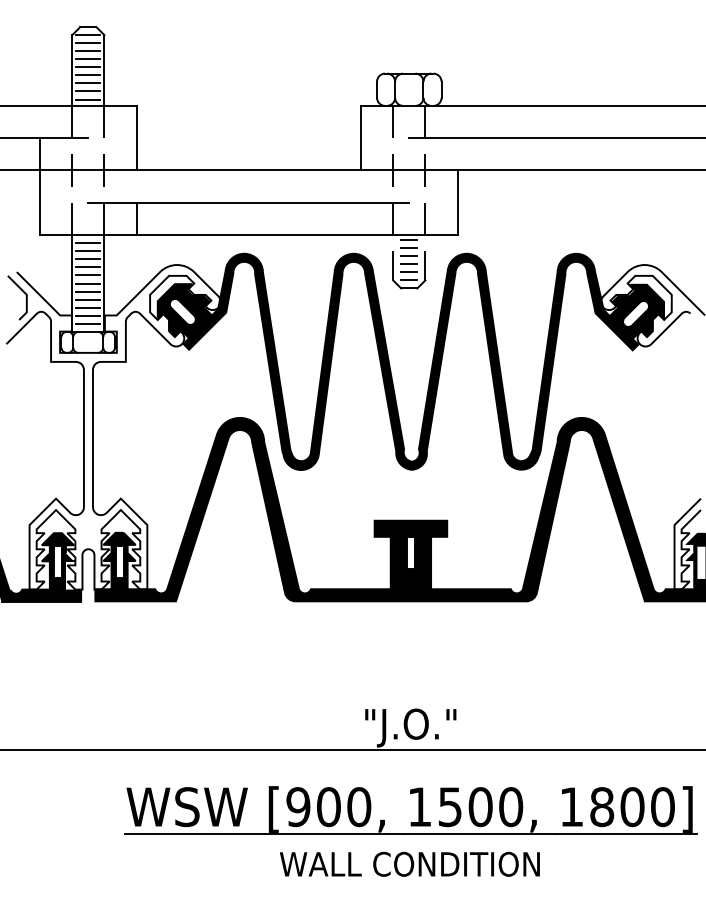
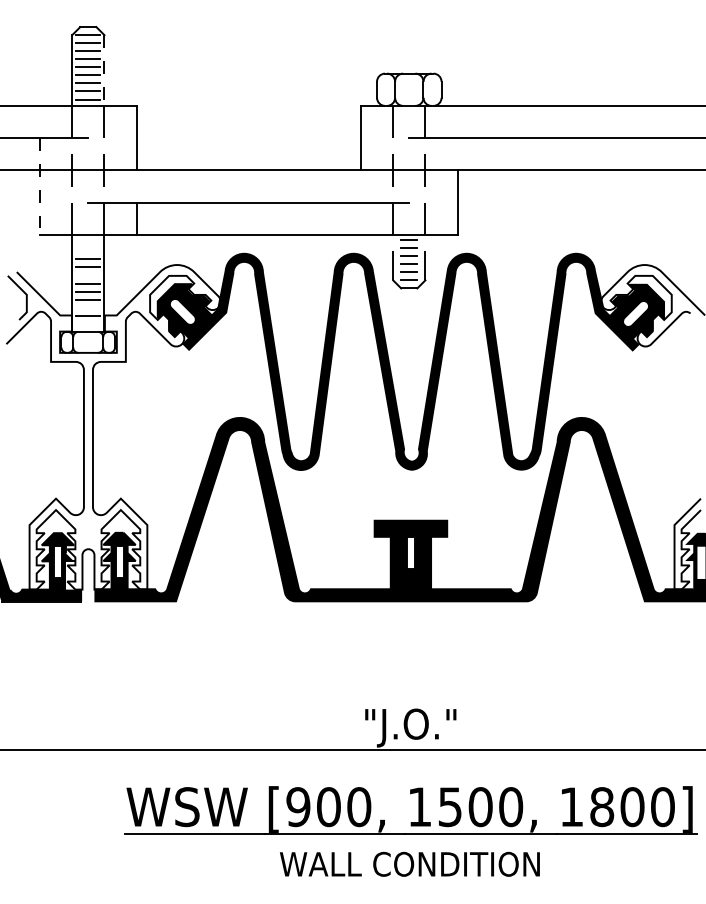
line at (104, 71): solid -> dashed
line at (39, 187): solid -> dashed
line at (88, 243): present -> none
line at (88, 251): present -> none
line at (88, 275): present -> none
line at (88, 307): present -> none
line at (88, 323): present -> none
